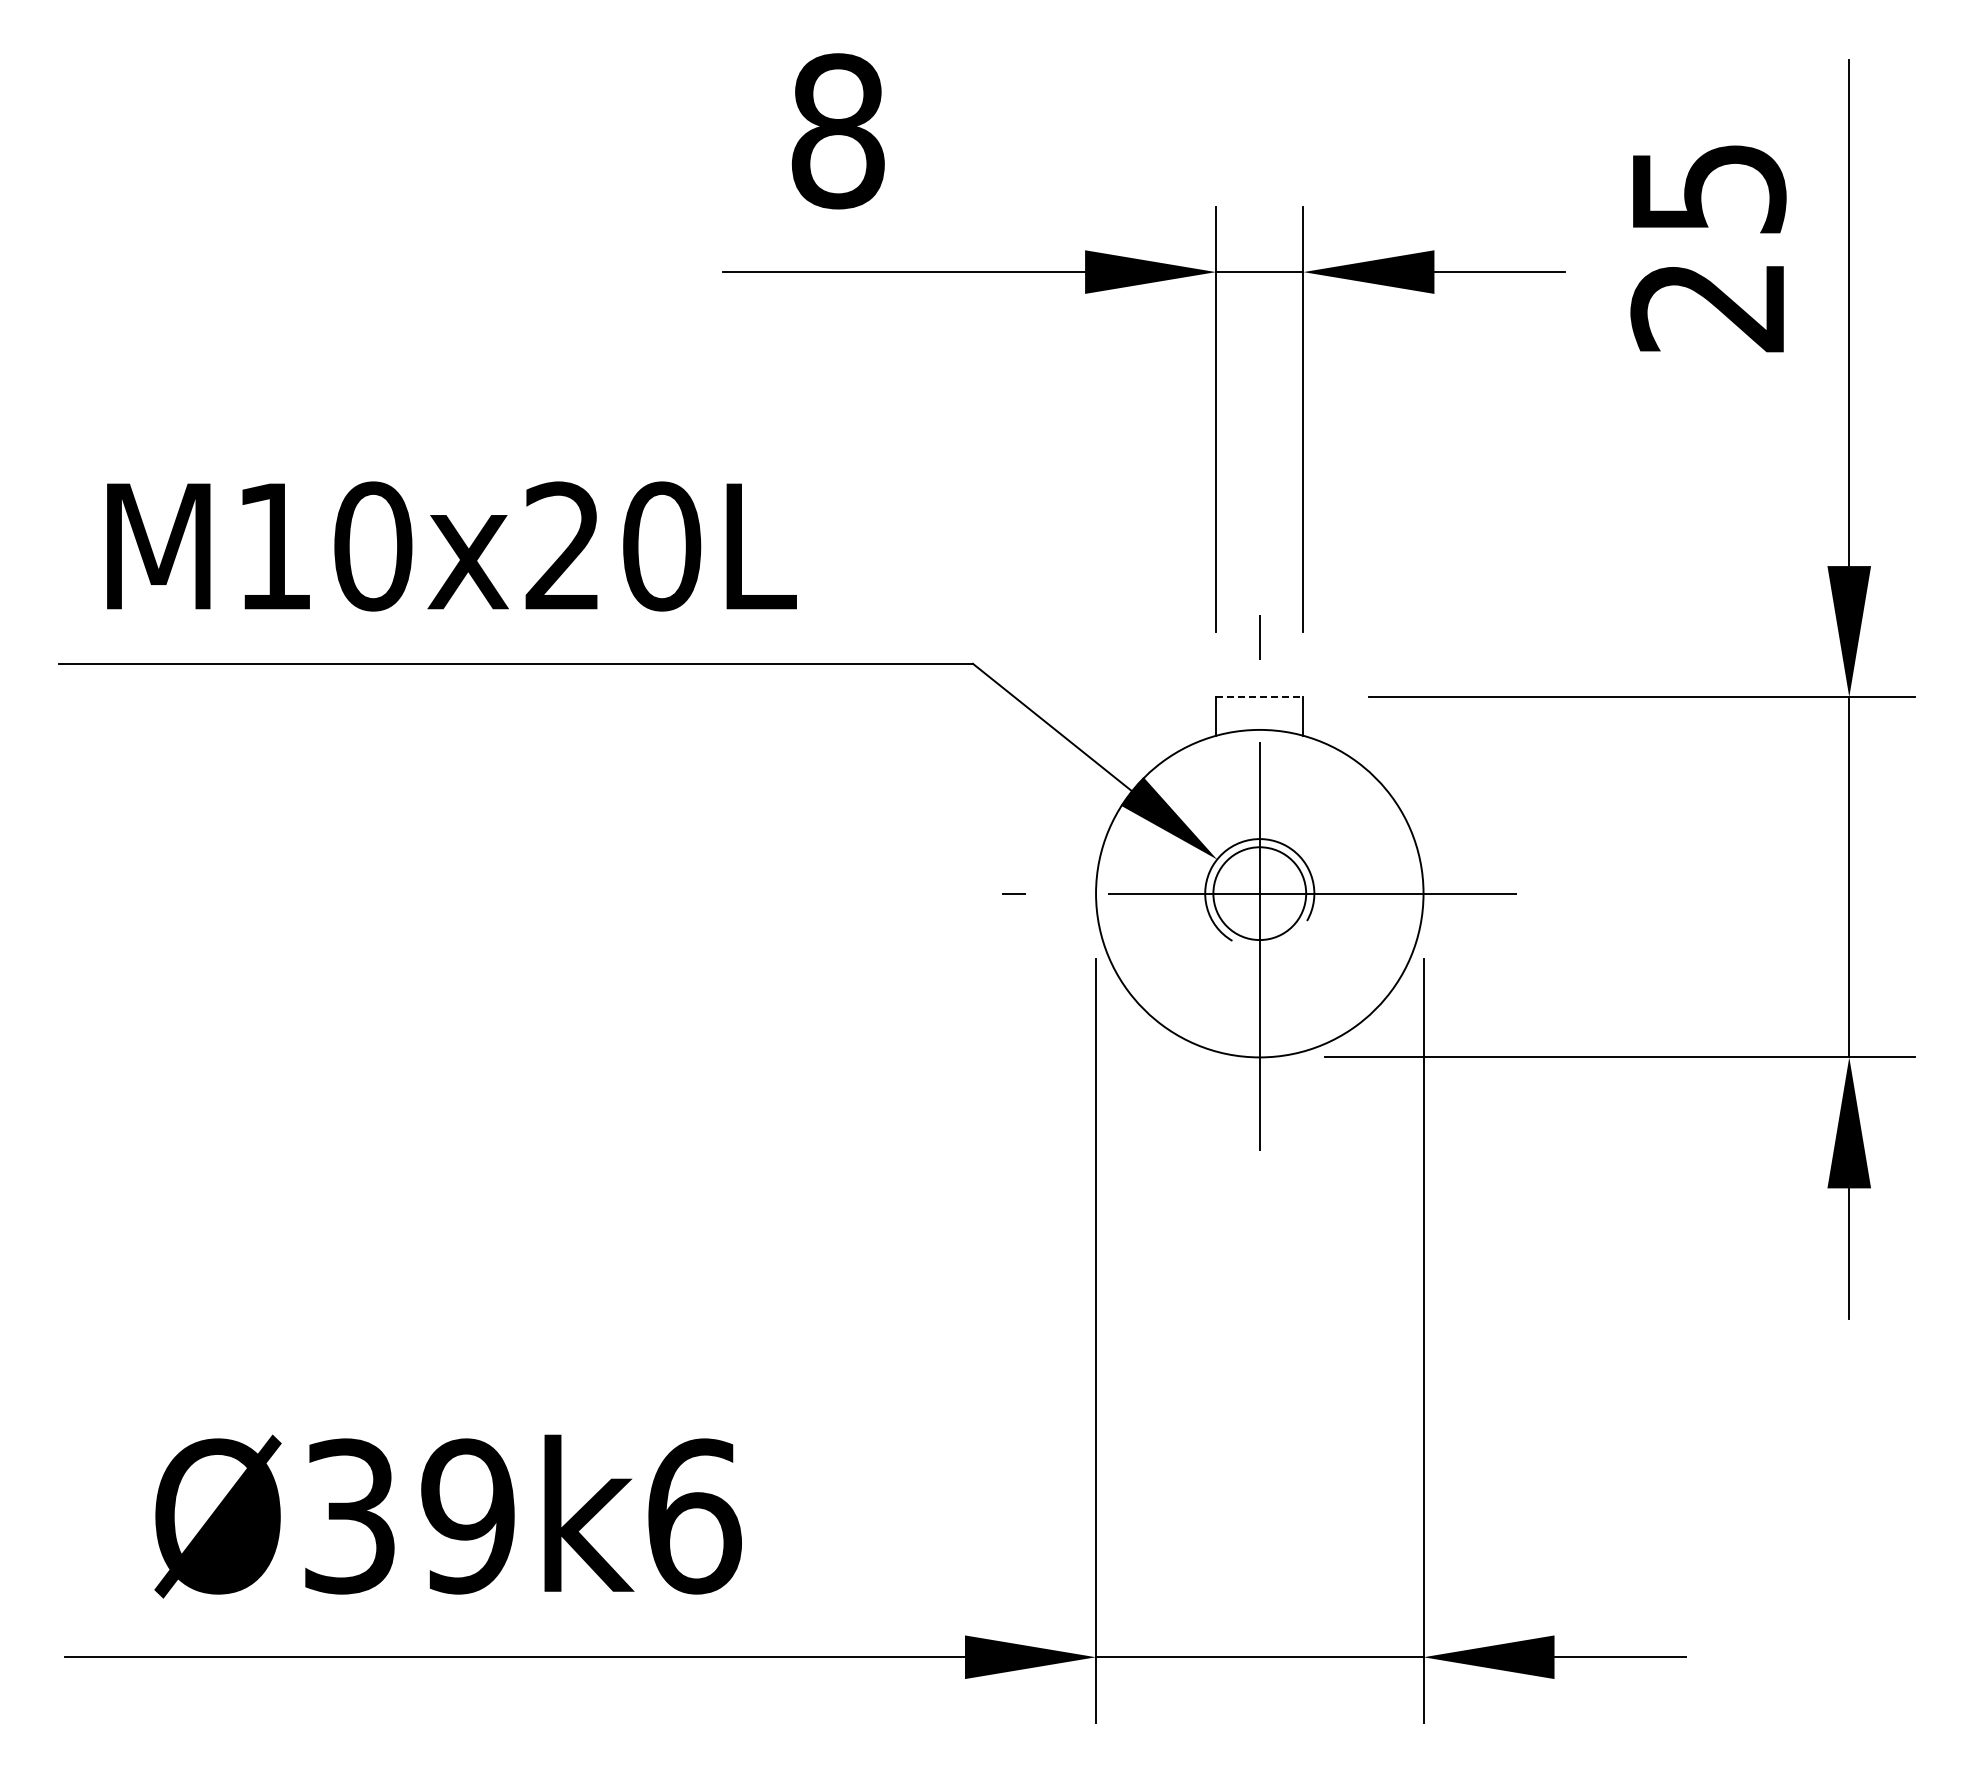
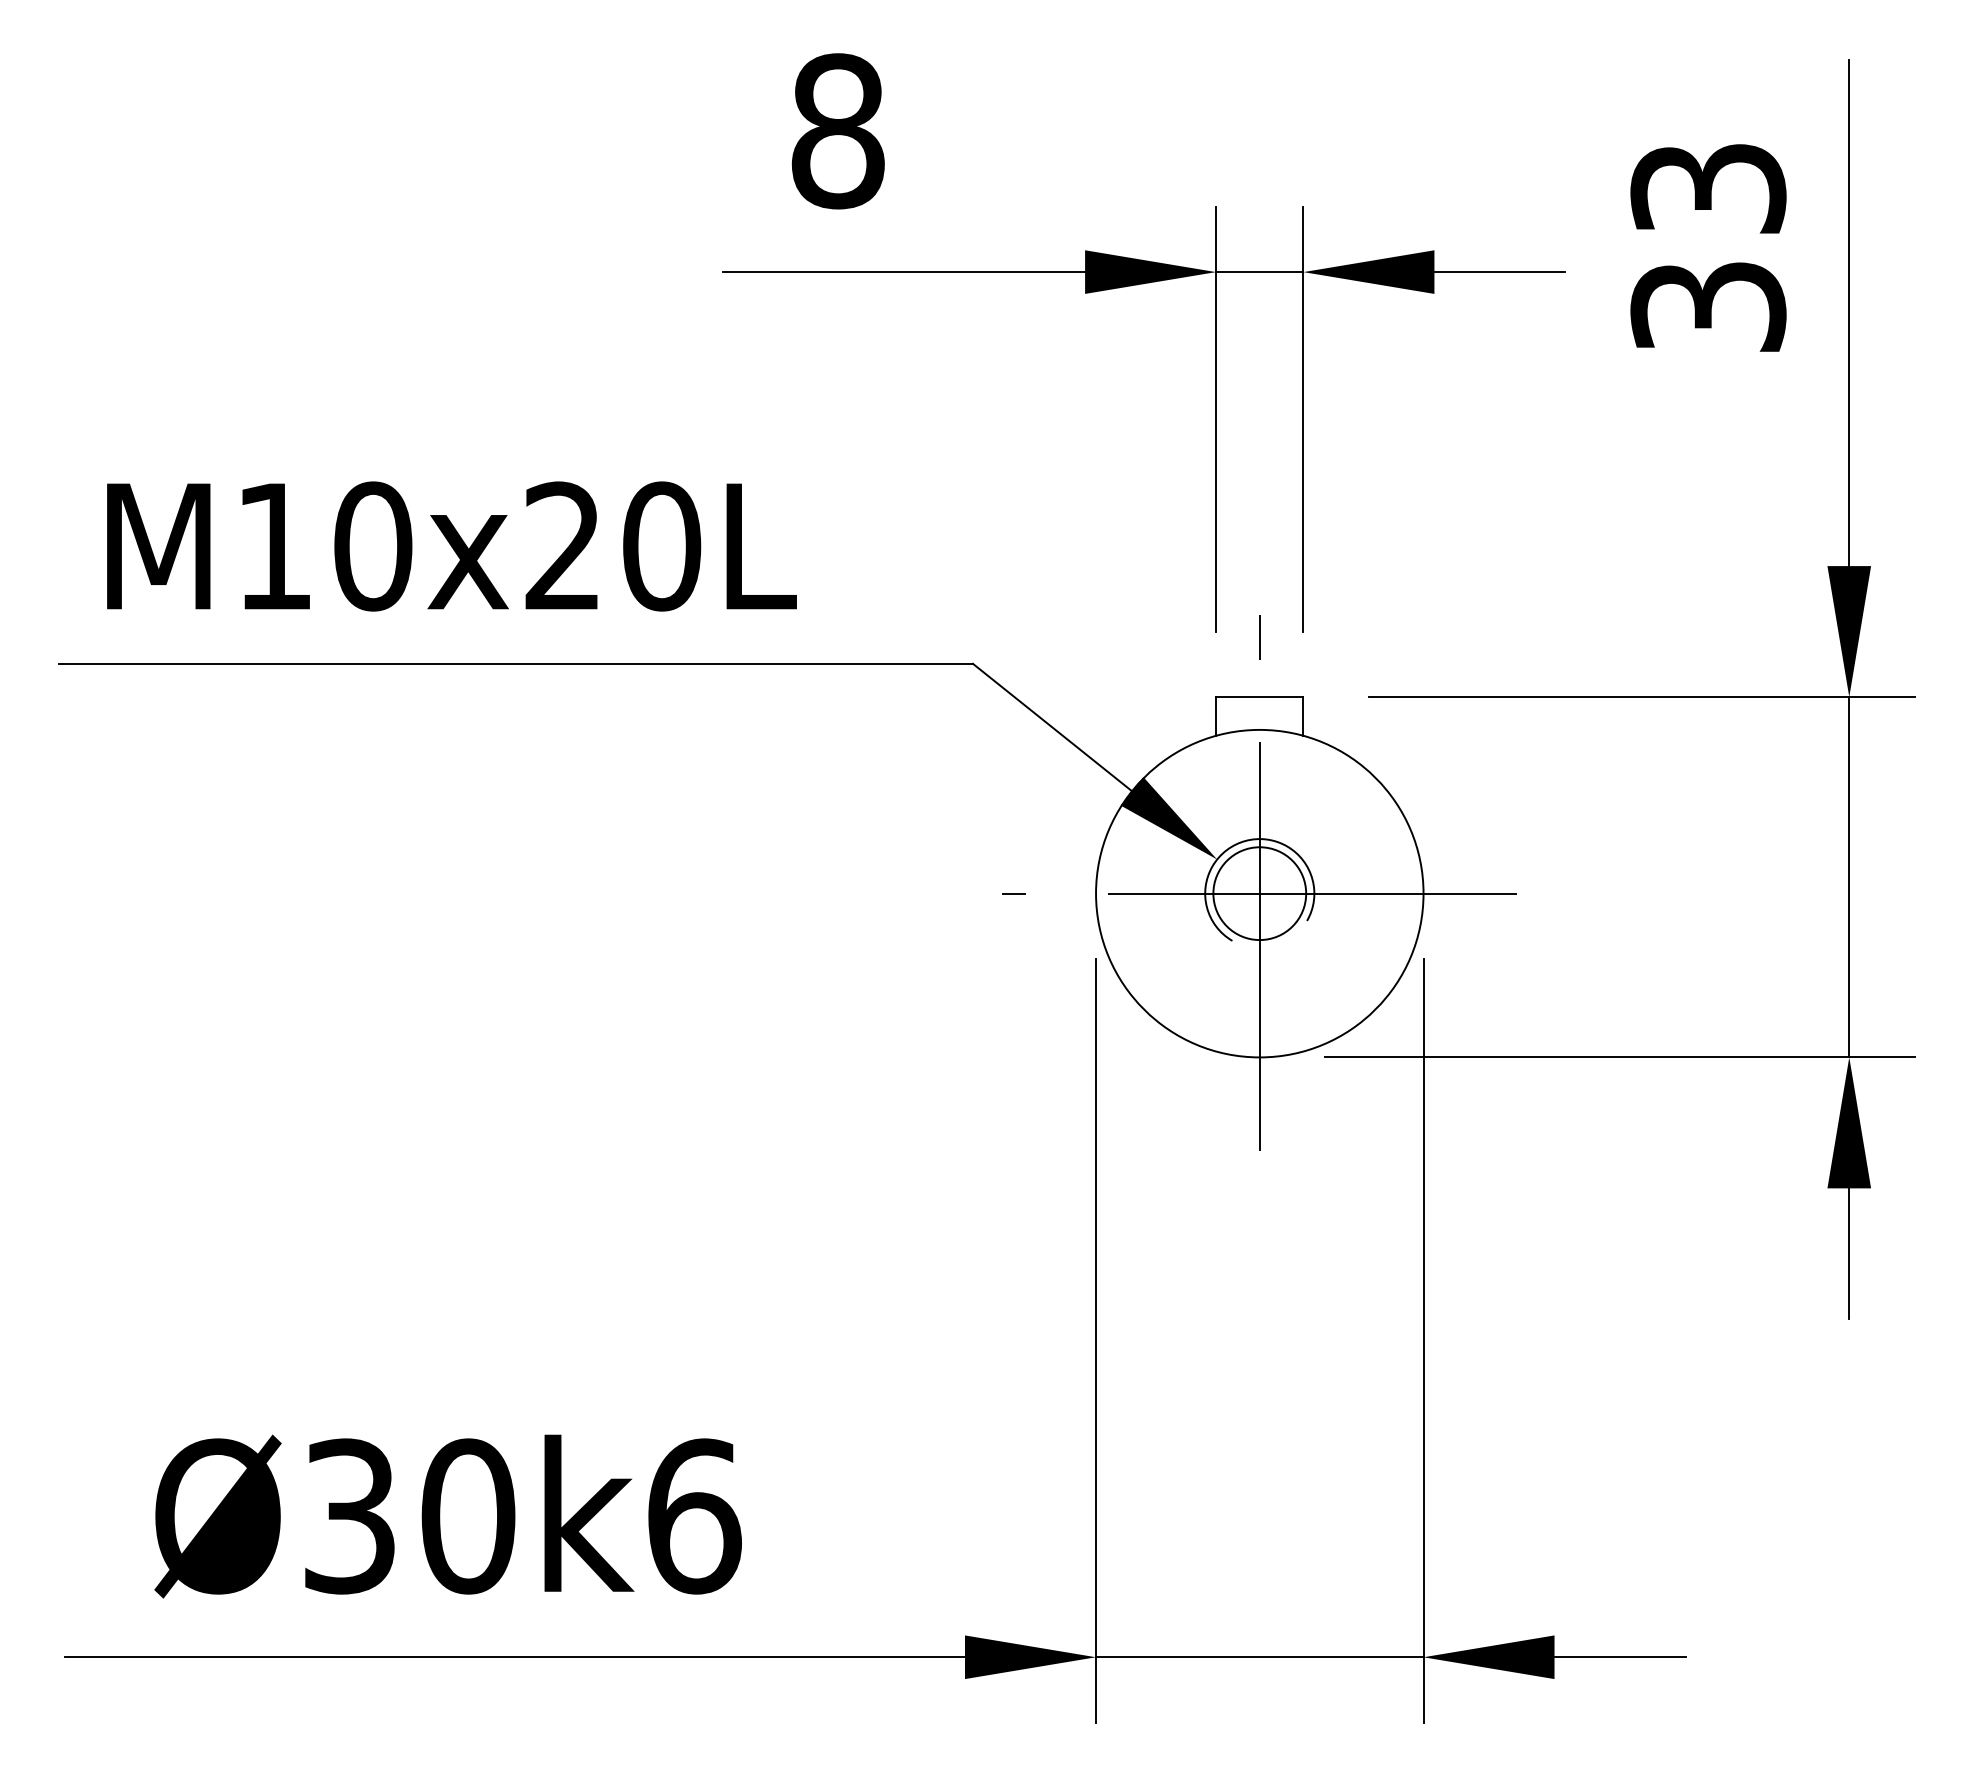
text at (1708, 248): 25 -> 33
line at (1259, 697): dashed -> solid
text at (468, 1516): Ø39k6 -> Ø30k6
